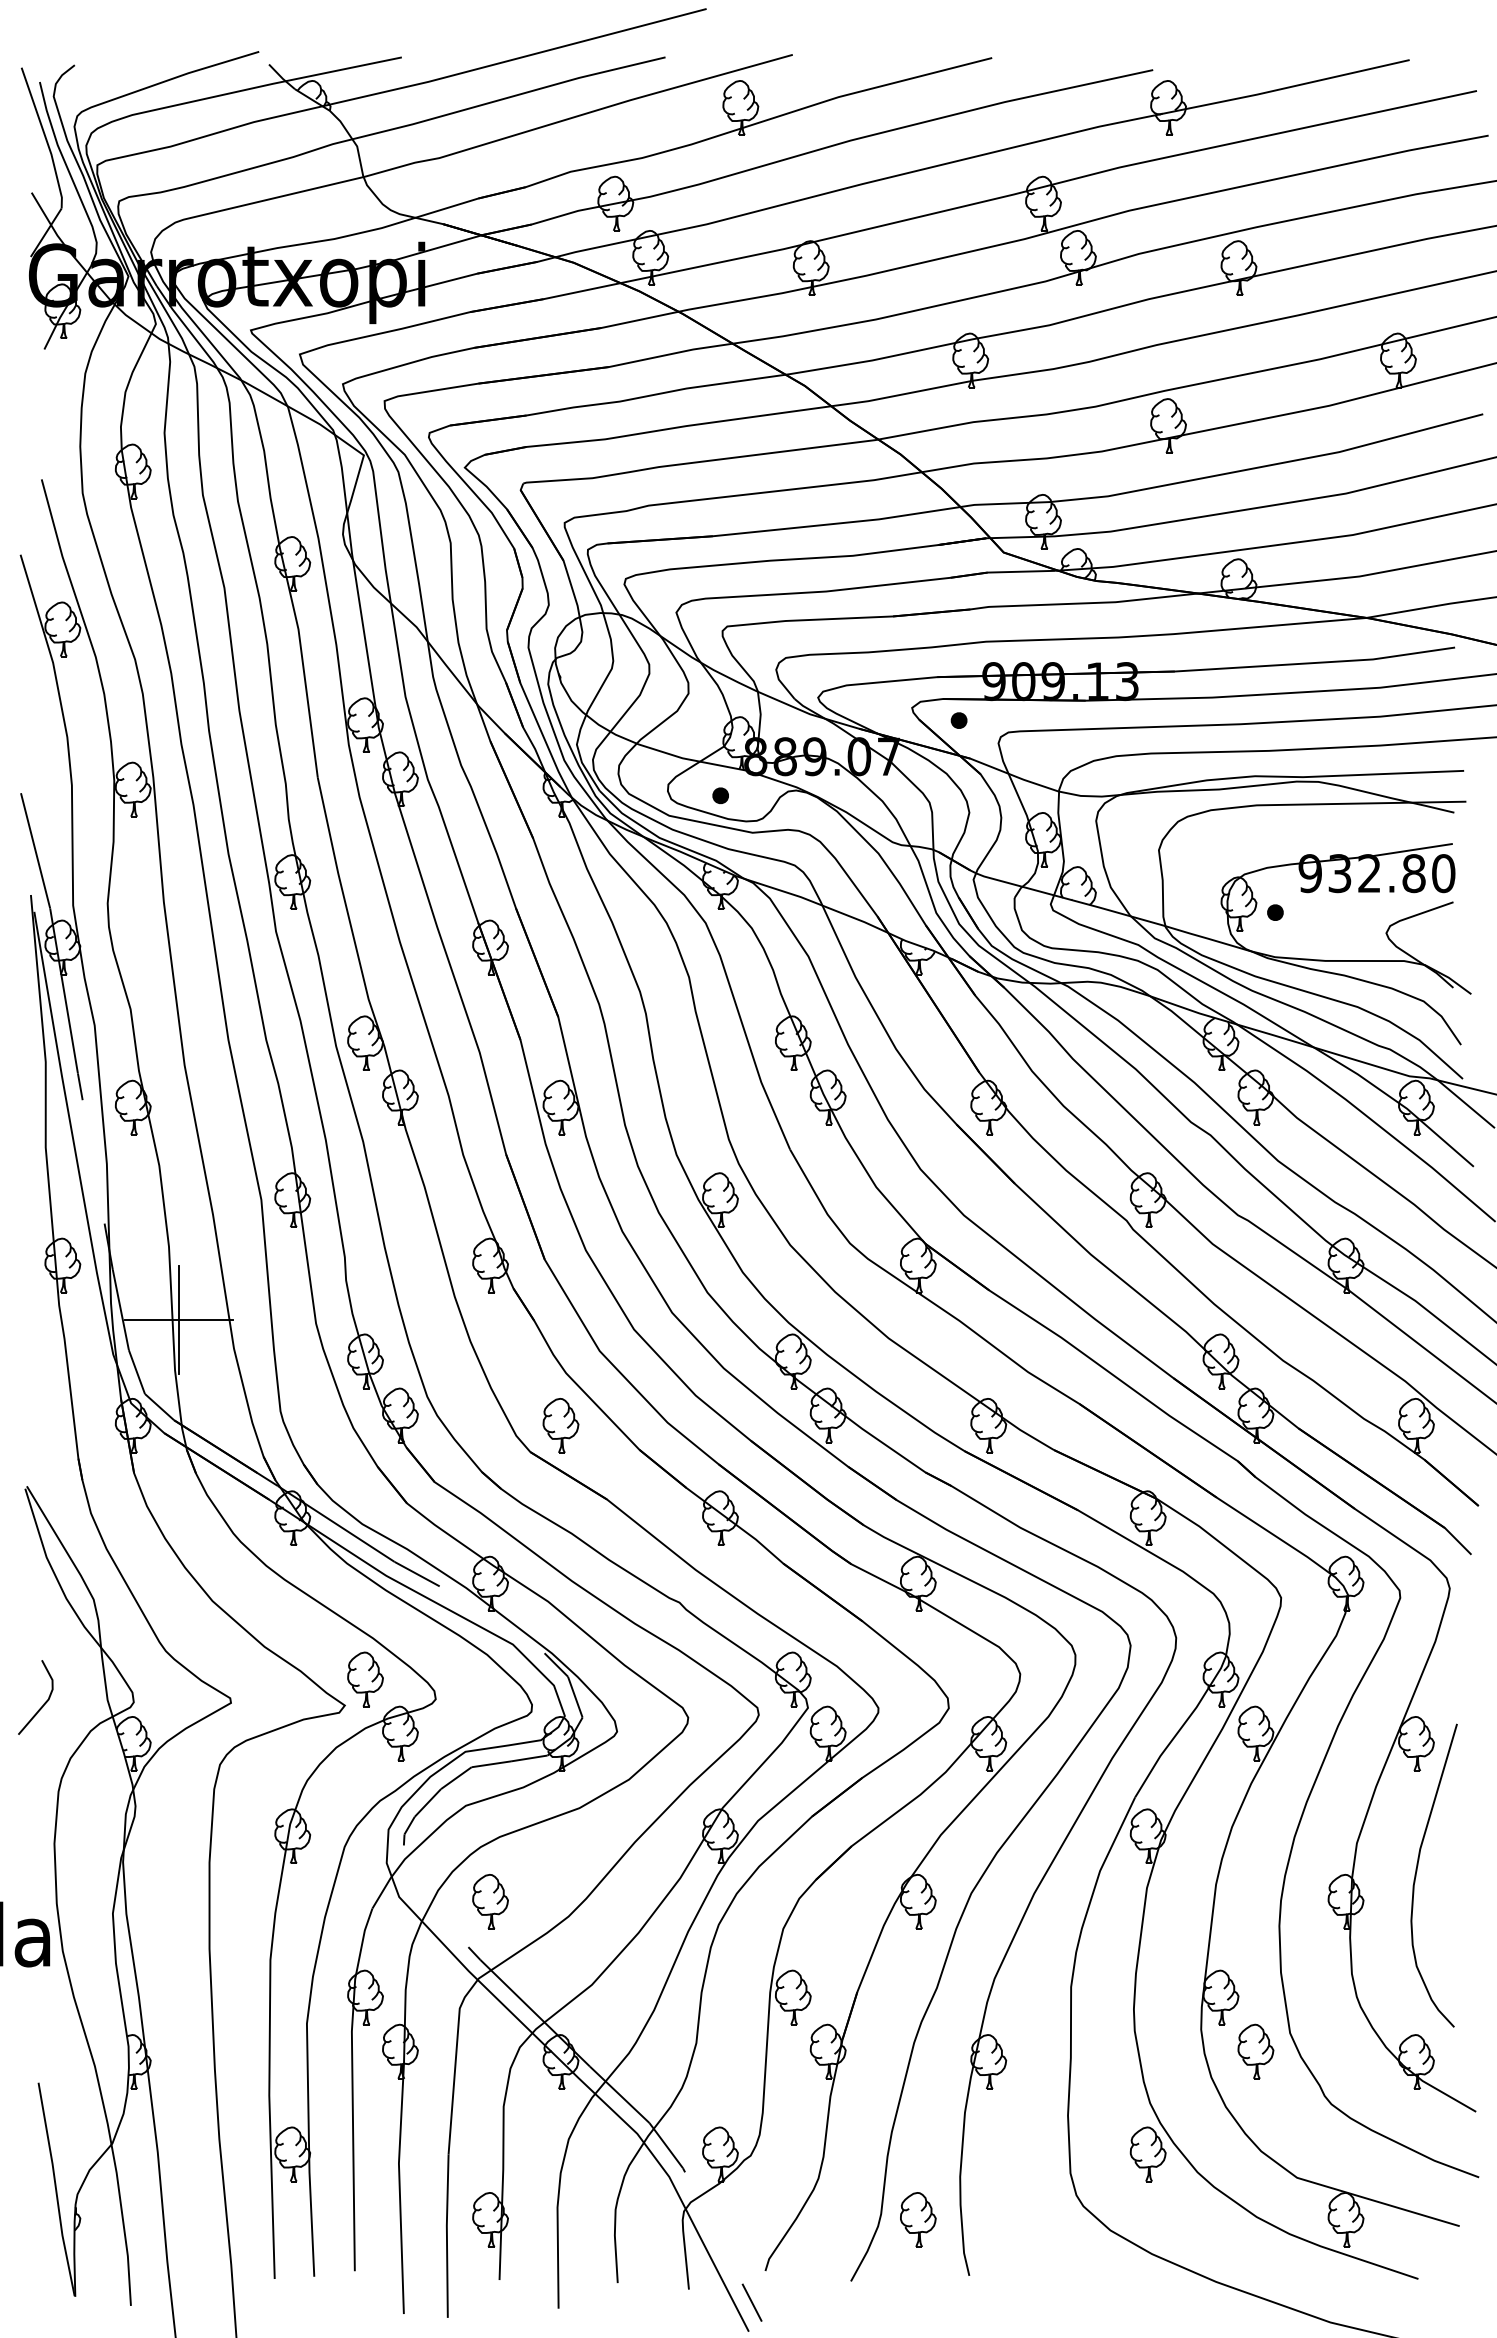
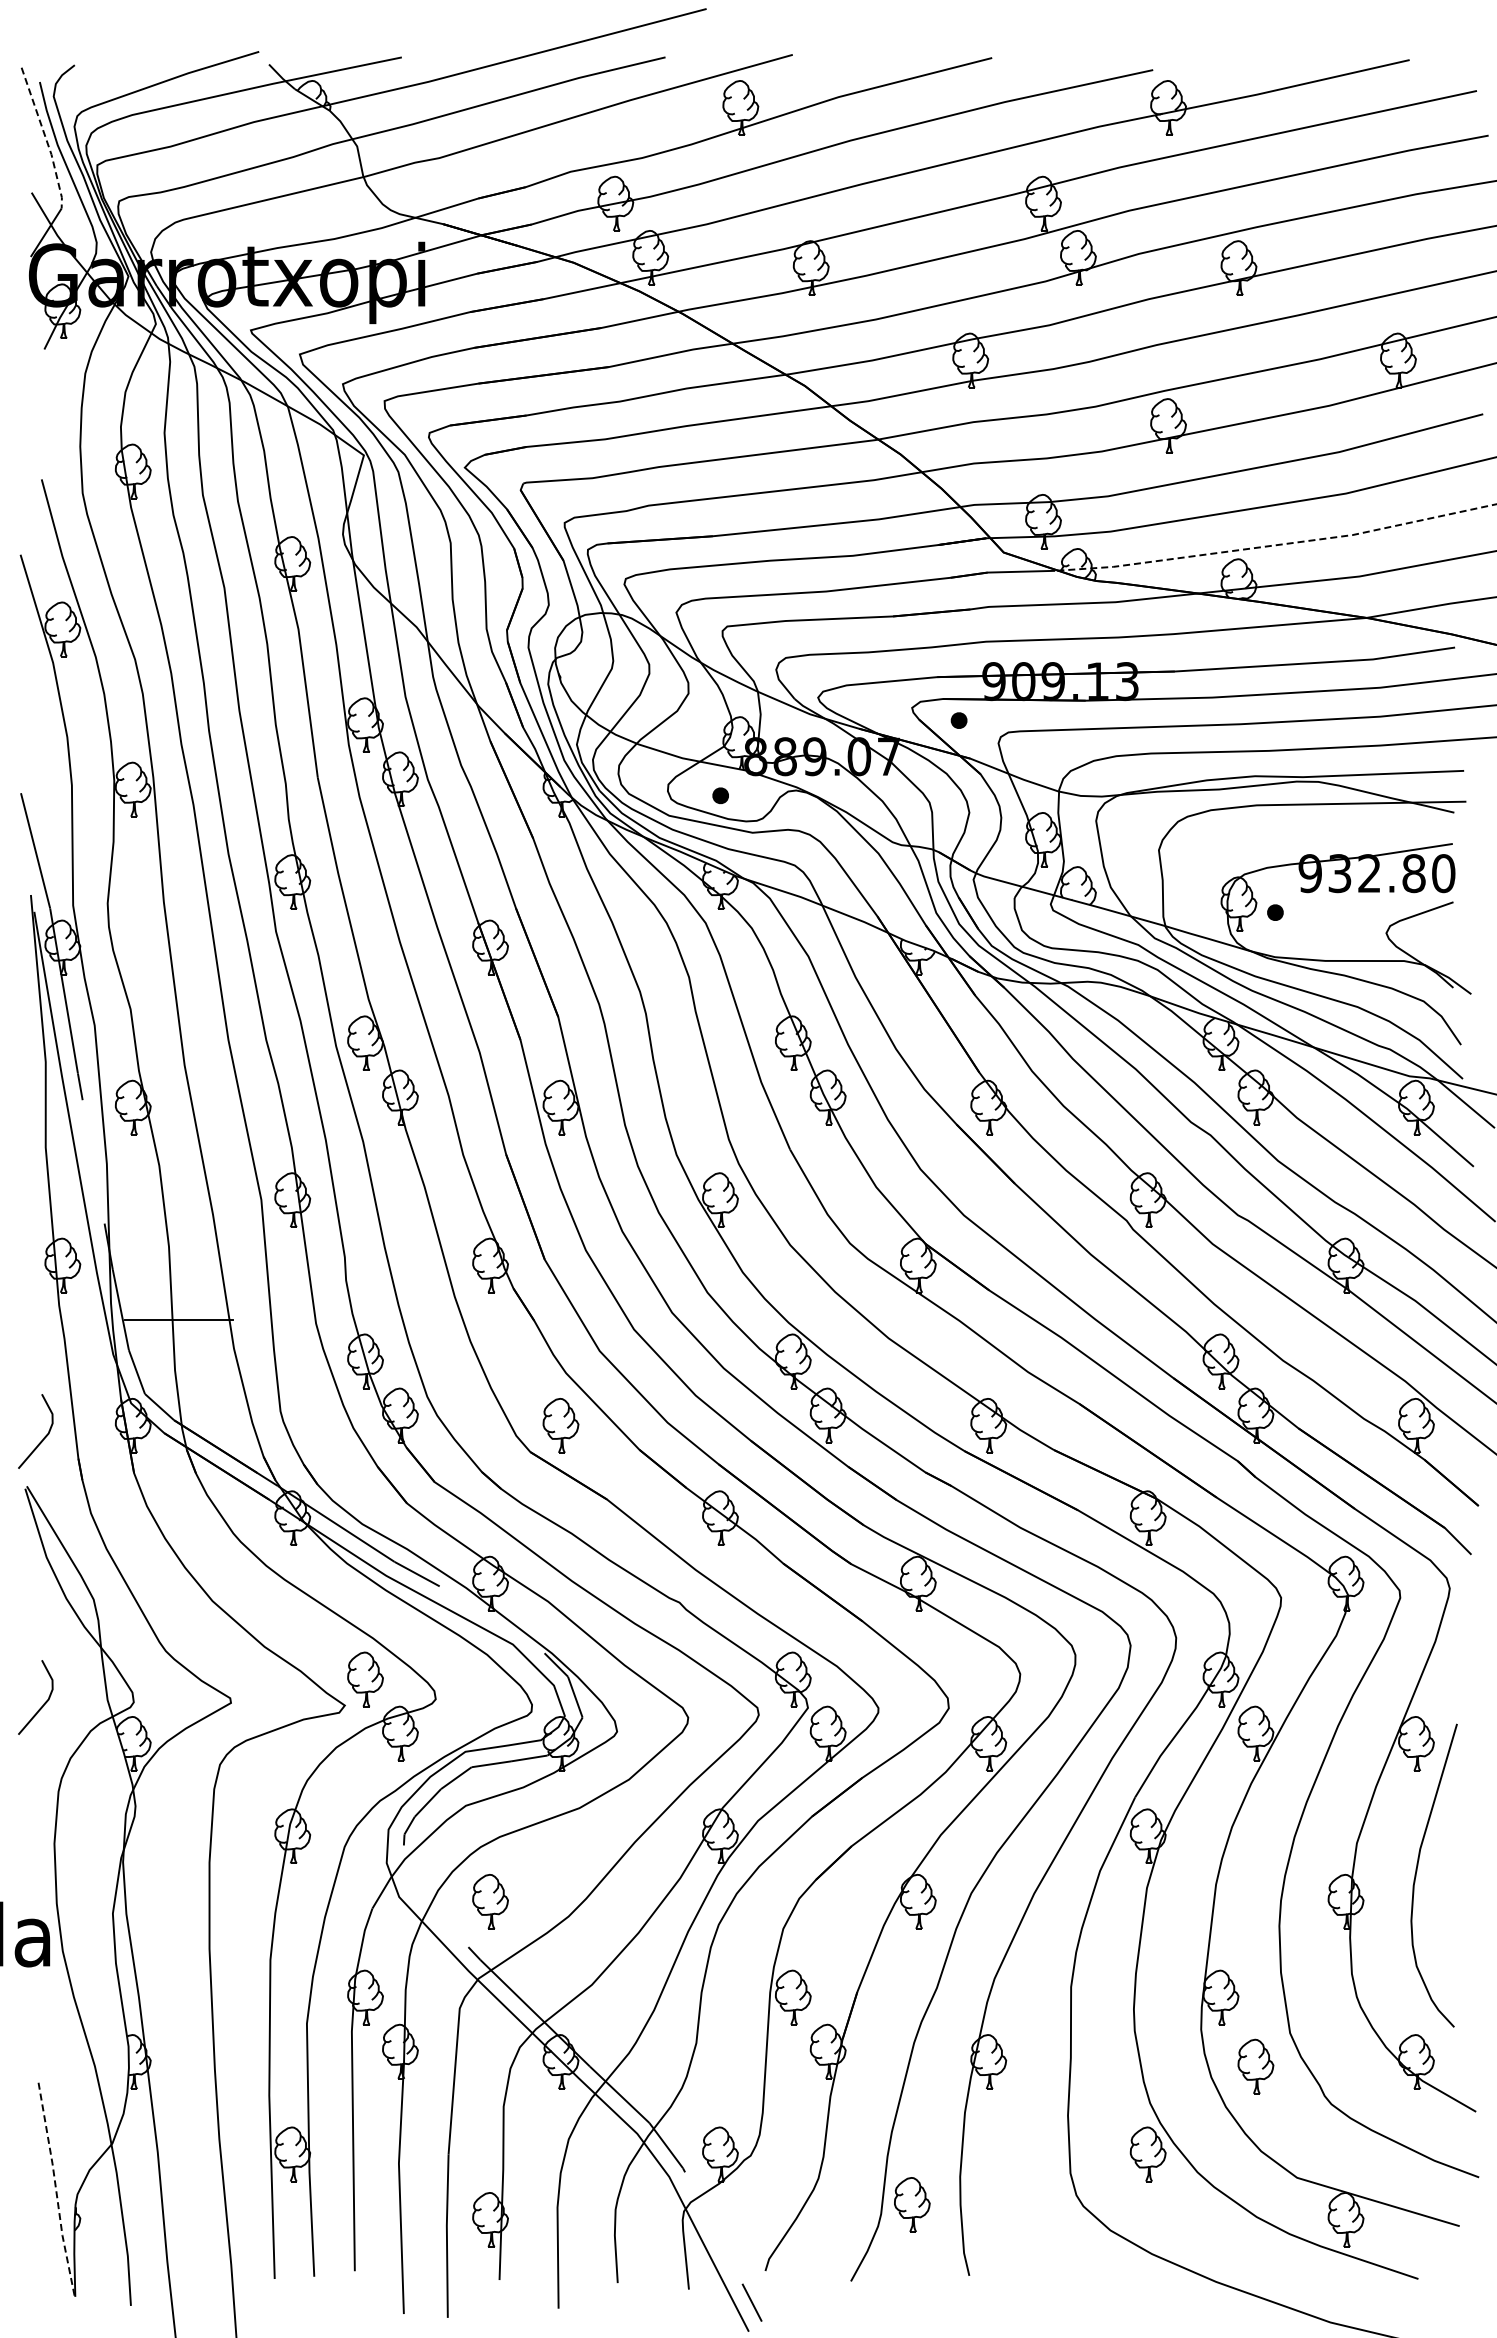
line at (45, 138): solid -> dashed
line at (1276, 545): solid -> dashed
line at (178, 1319): present -> none
line at (43, 1437): none -> present
part at (1255, 2051) position: (1255, 2051) -> (1255, 2066)
line at (56, 2189): solid -> dashed
part at (918, 2219) position: (918, 2219) -> (912, 2204)
